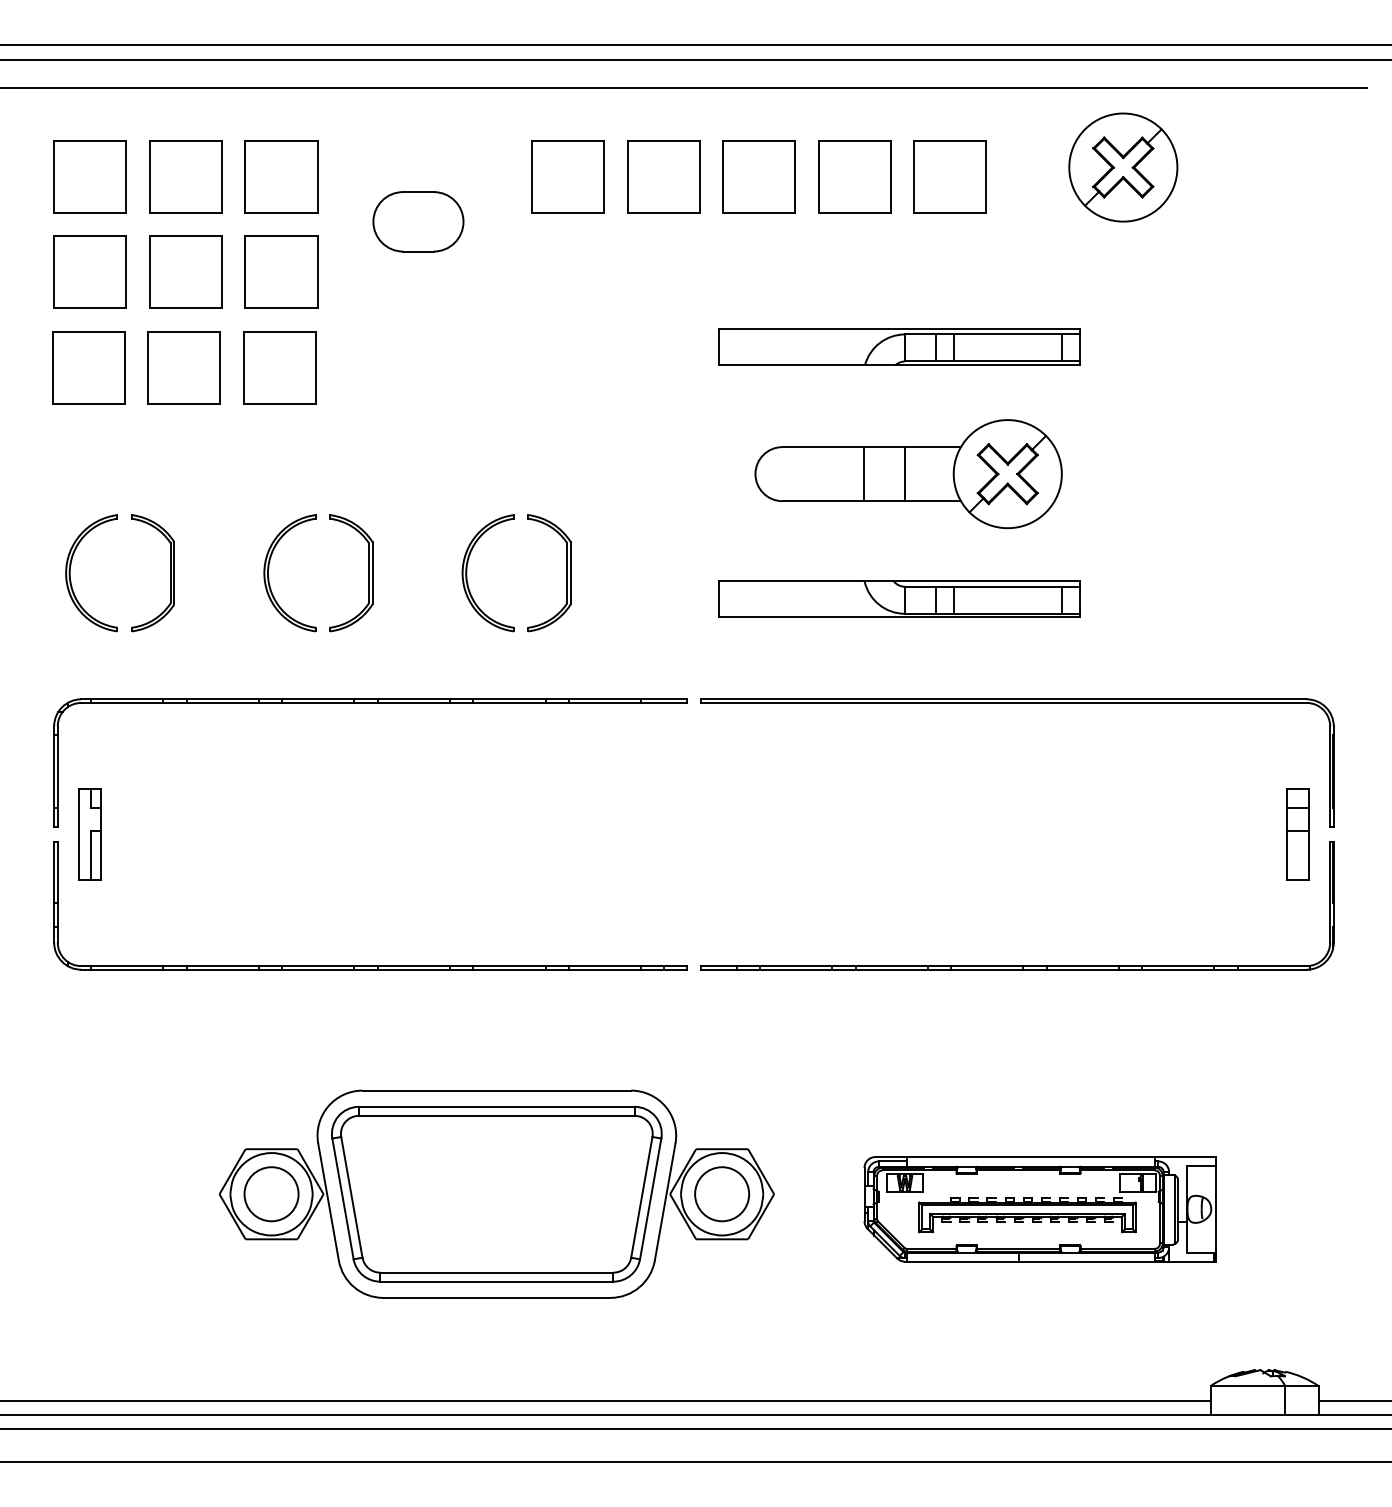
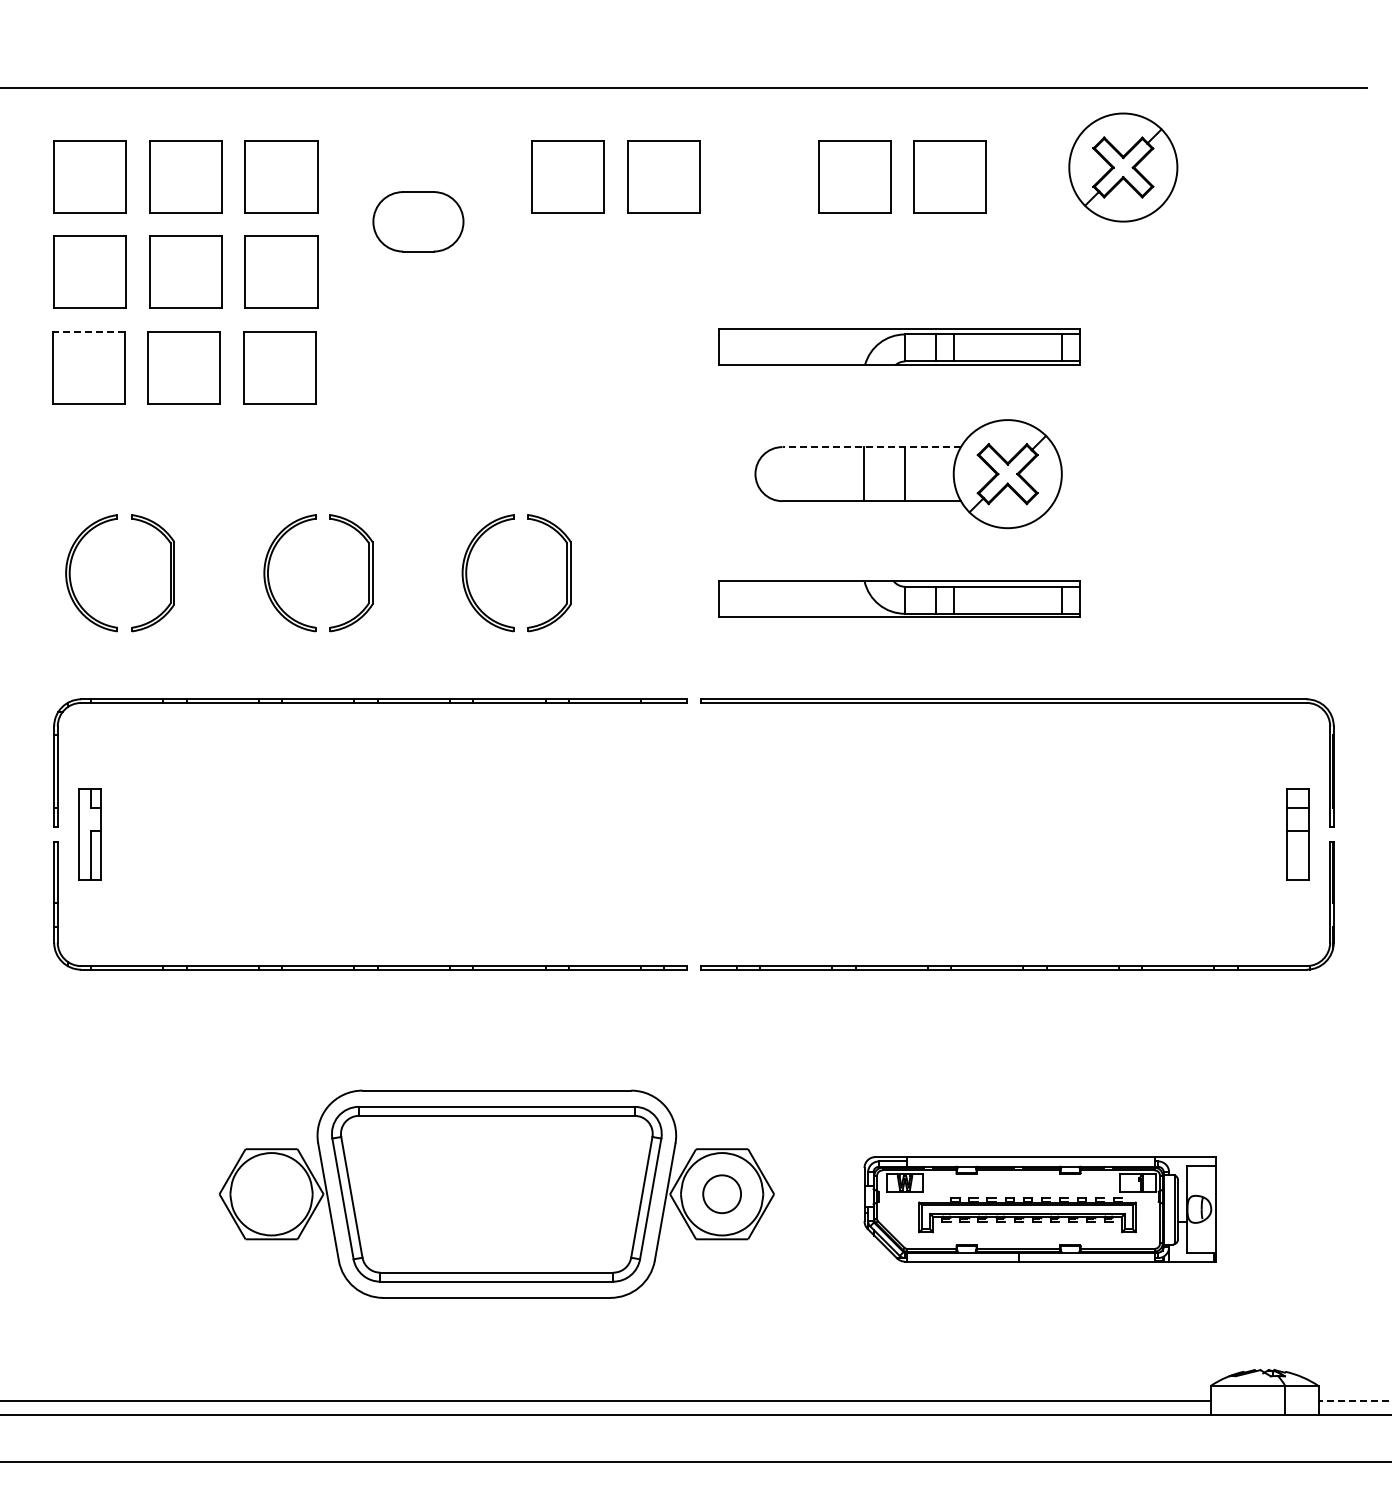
line at (695, 45): present -> none
line at (695, 59): present -> none
part at (758, 176): present -> none
line at (88, 331): solid -> dashed
line at (871, 447): solid -> dashed
circle at (271, 1194): present -> none
circle at (722, 1194) diameter: 54 px -> 38 px
line at (1354, 1400): solid -> dashed
line at (695, 1429): present -> none
